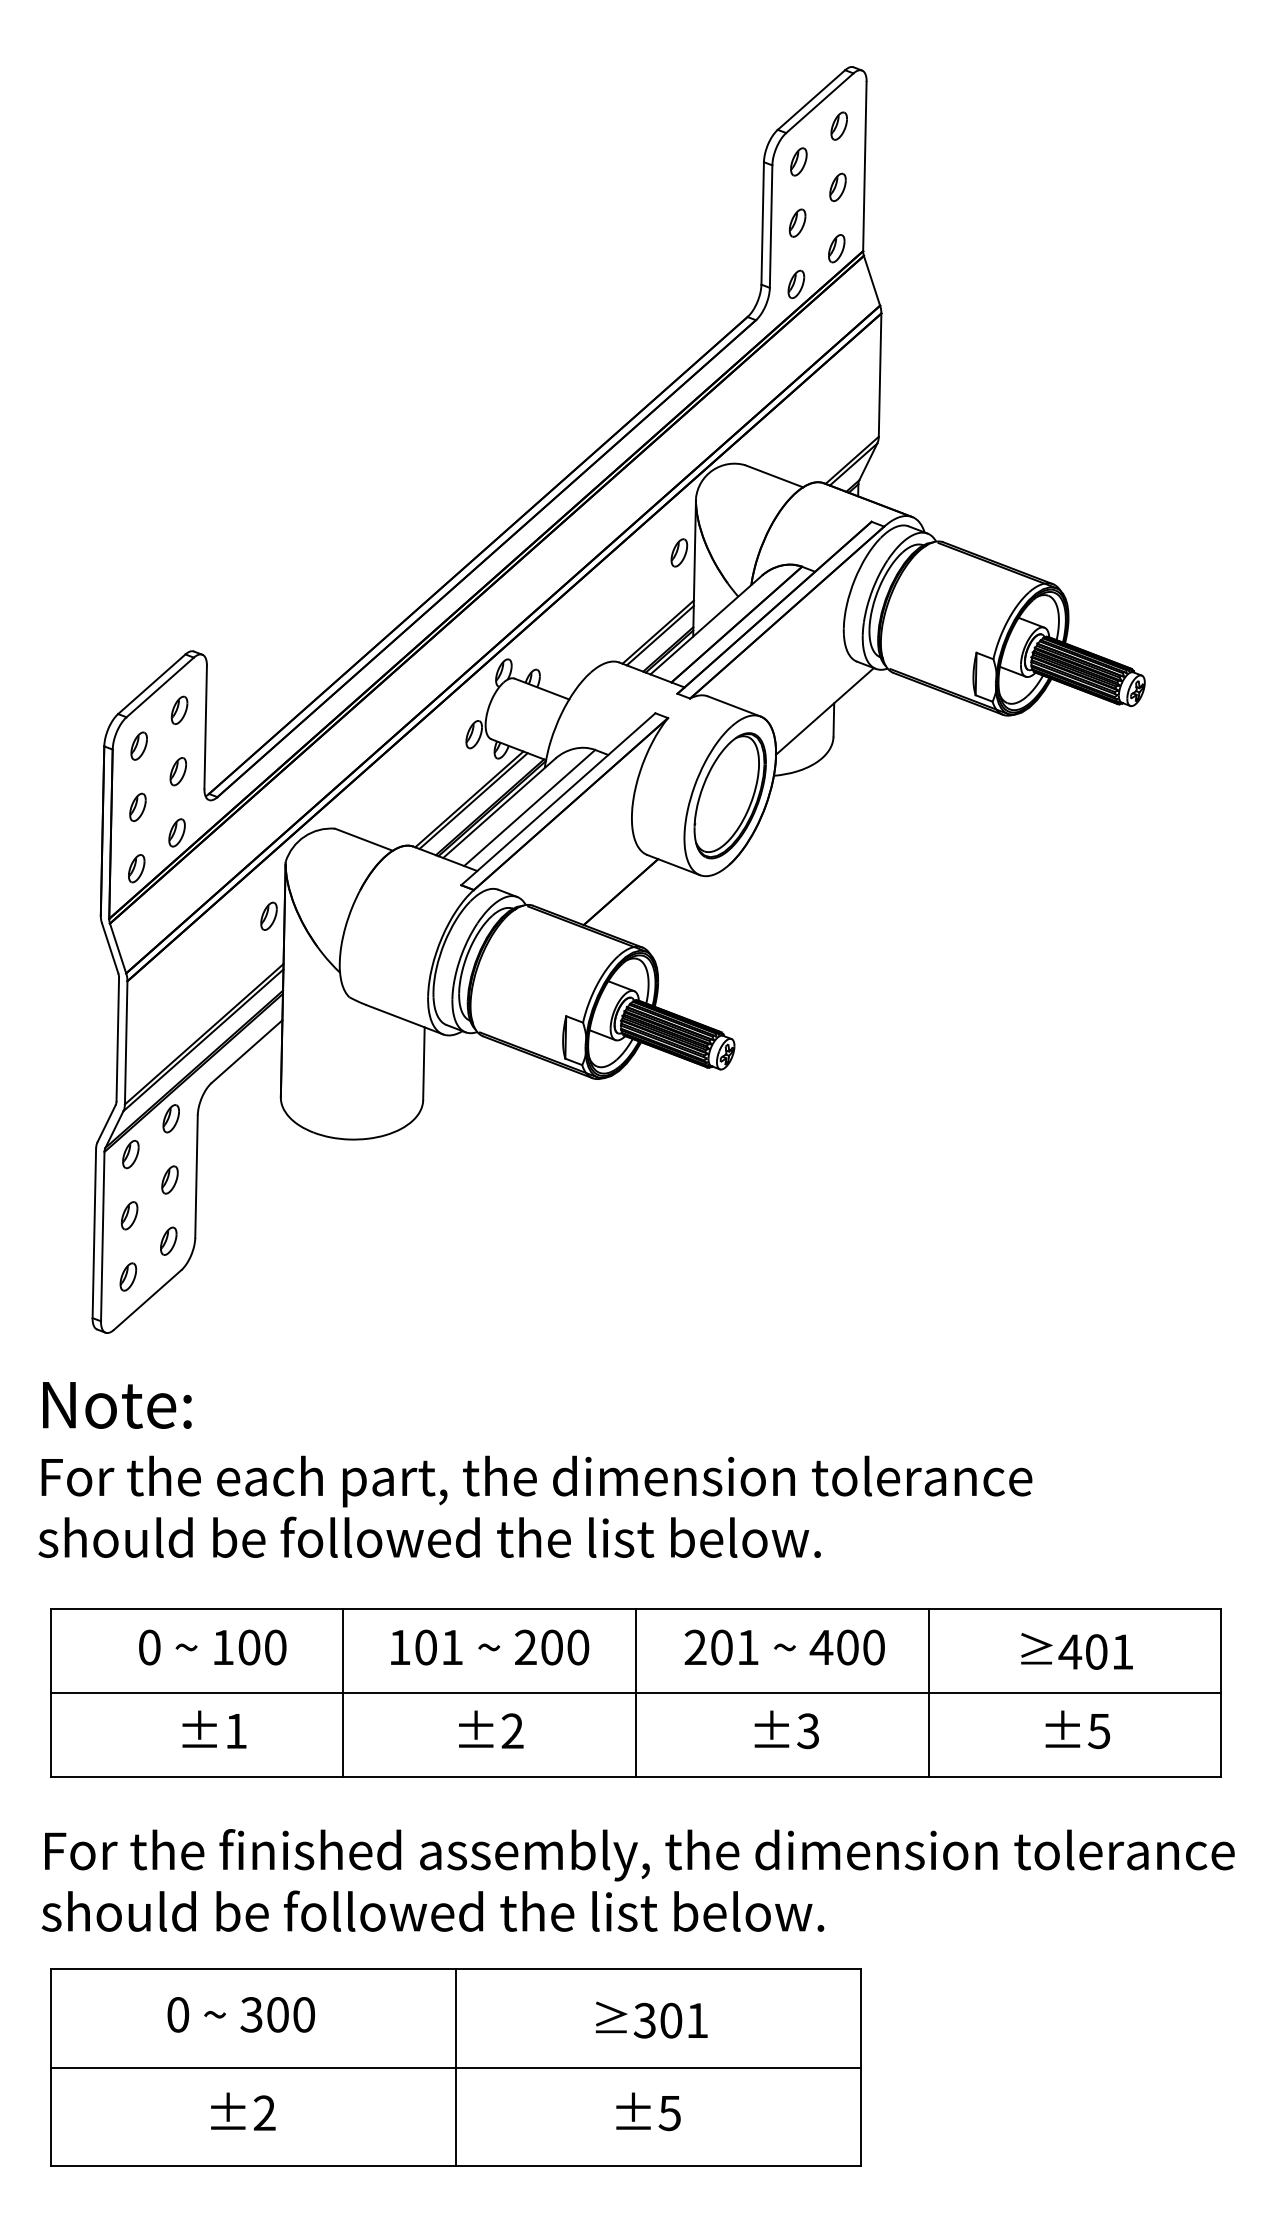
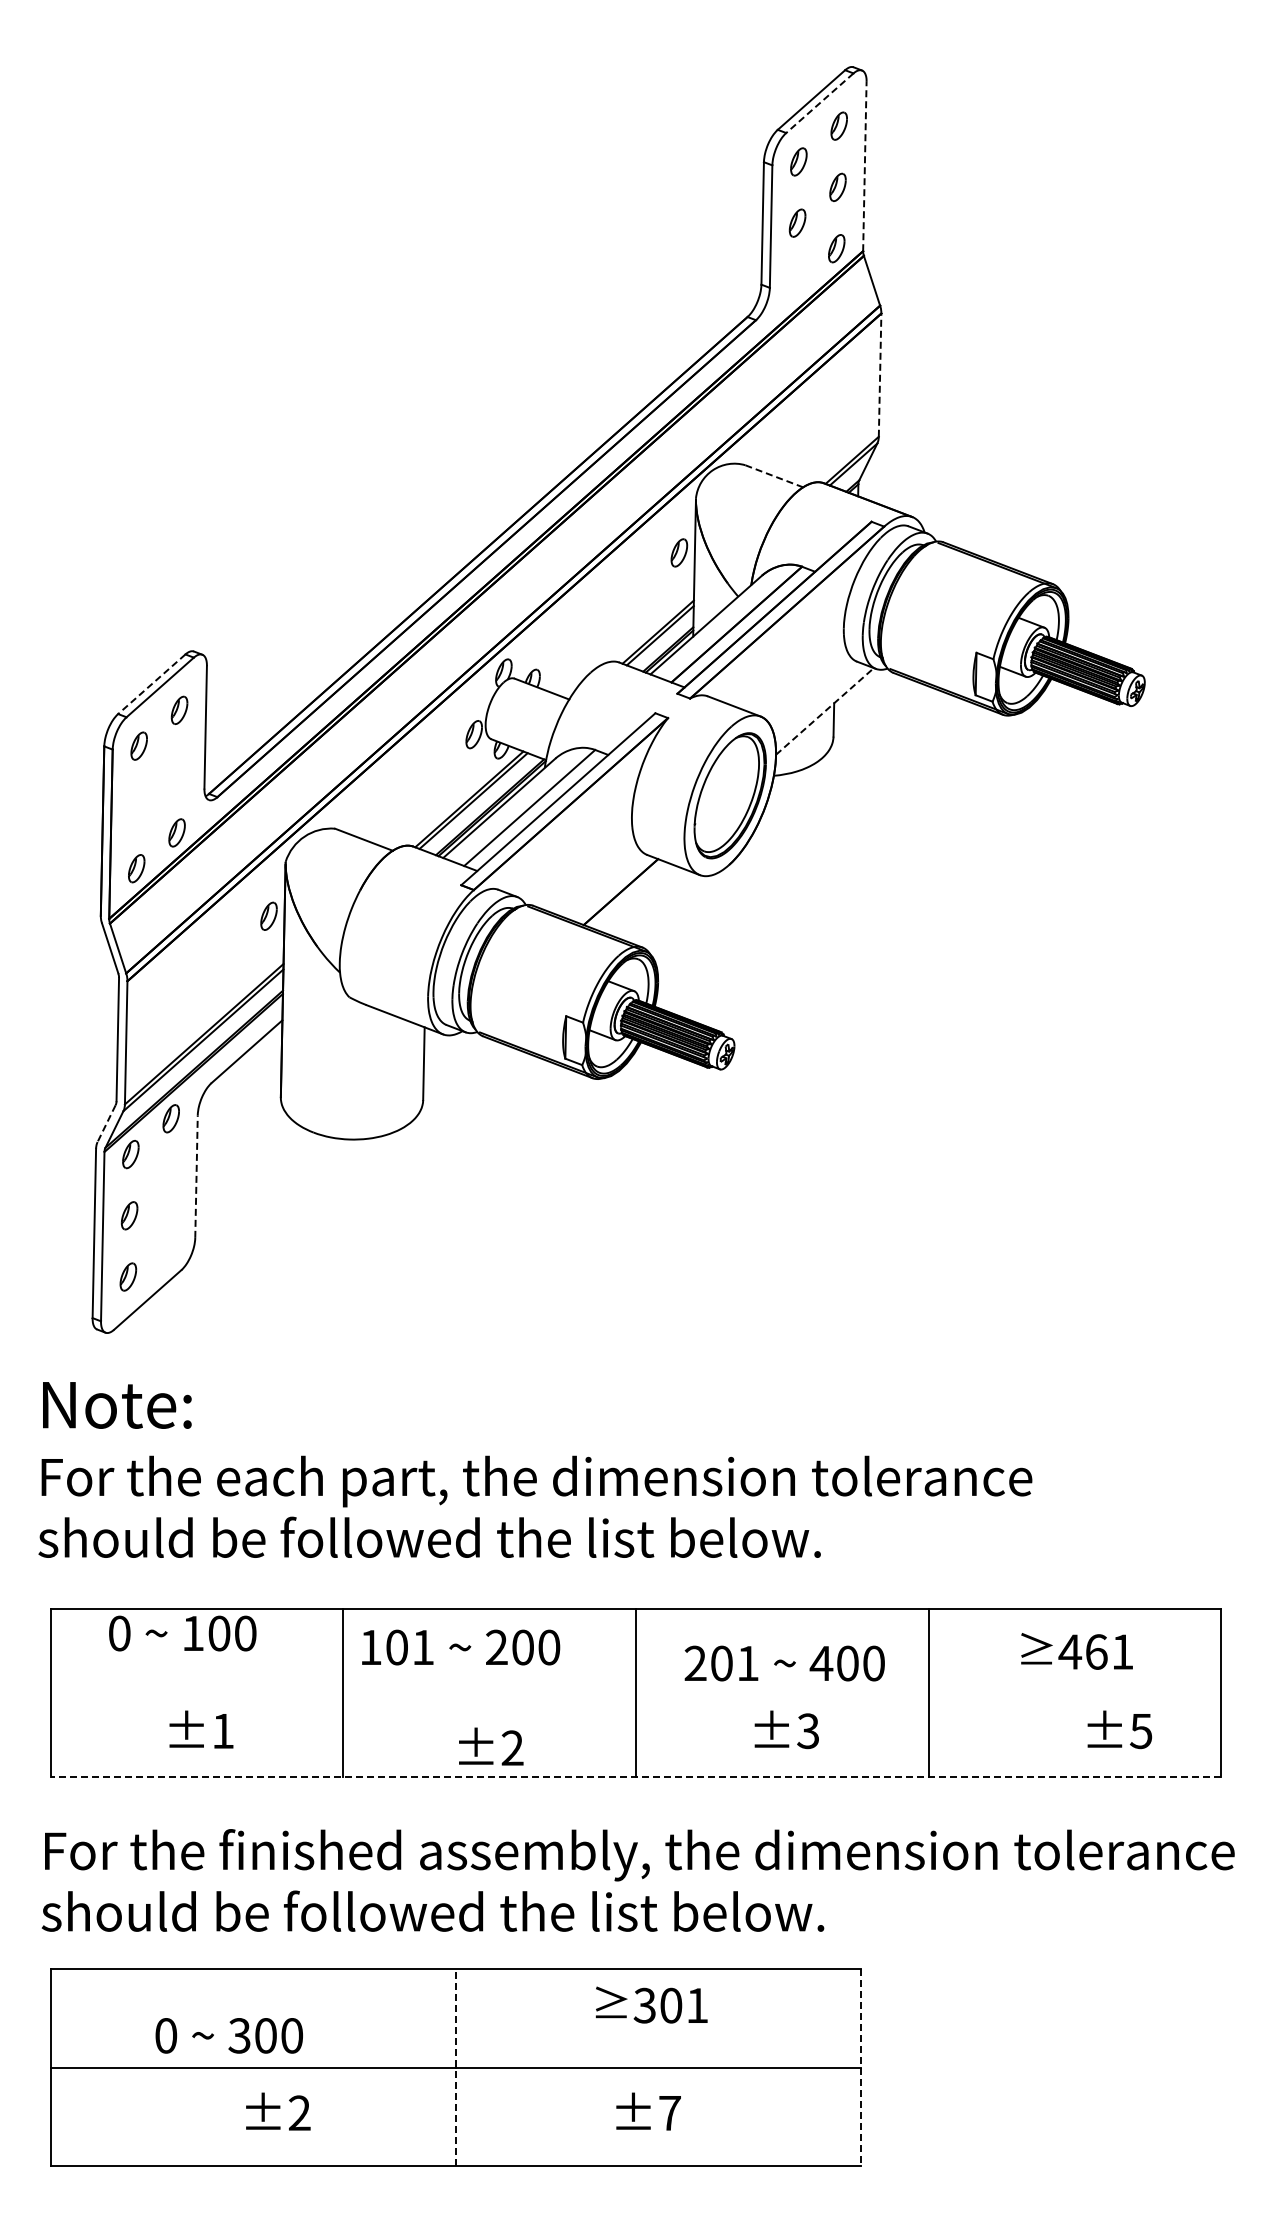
line at (819, 103): solid -> dashed
line at (864, 166): solid -> dashed
part at (796, 284): present -> none
line at (880, 375): solid -> dashed
line at (774, 476): solid -> dashed
line at (151, 684): solid -> dashed
line at (825, 711): solid -> dashed
part at (177, 771): present -> none
part at (137, 806): present -> none
line at (106, 1124): solid -> dashed
line at (196, 1176): solid -> dashed
part at (169, 1179): present -> none
part at (168, 1240): present -> none
text at (212, 1647) position: (212, 1647) -> (182, 1633)
text at (490, 1647) position: (490, 1647) -> (461, 1647)
text at (784, 1647) position: (784, 1647) -> (784, 1663)
text at (1096, 1651): 401 -> 461
line at (635, 1693): present -> none
text at (214, 1729) position: (214, 1729) -> (201, 1729)
text at (491, 1729) position: (491, 1729) -> (491, 1746)
text at (1077, 1729) position: (1077, 1729) -> (1119, 1729)
line at (635, 1776): solid -> dashed
text at (240, 2014) position: (240, 2014) -> (228, 2035)
text at (651, 2019) position: (651, 2019) -> (651, 2004)
line at (456, 2067): solid -> dashed
line at (861, 2068): solid -> dashed
text at (243, 2111) position: (243, 2111) -> (278, 2111)
text at (669, 2113): ±5 -> ±7
